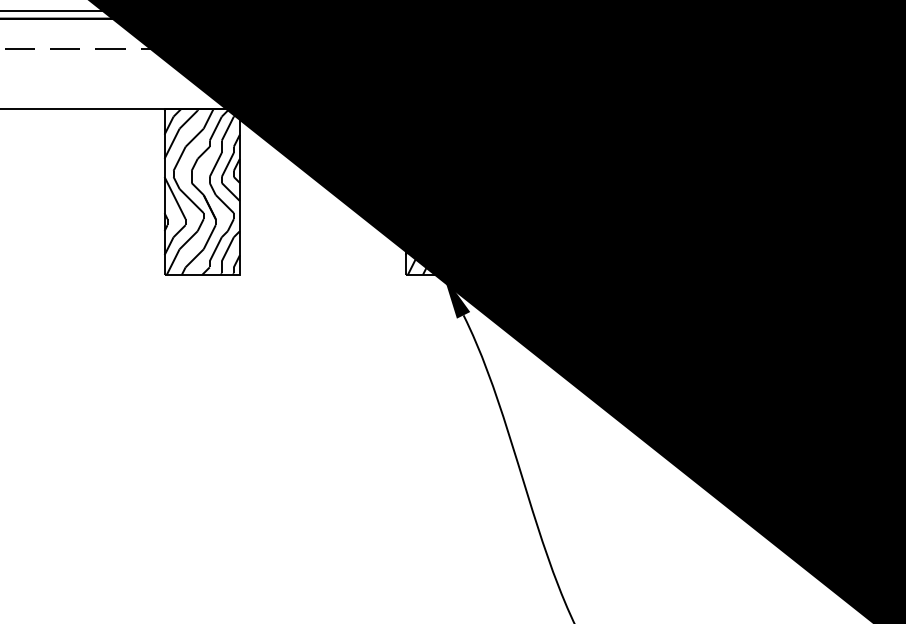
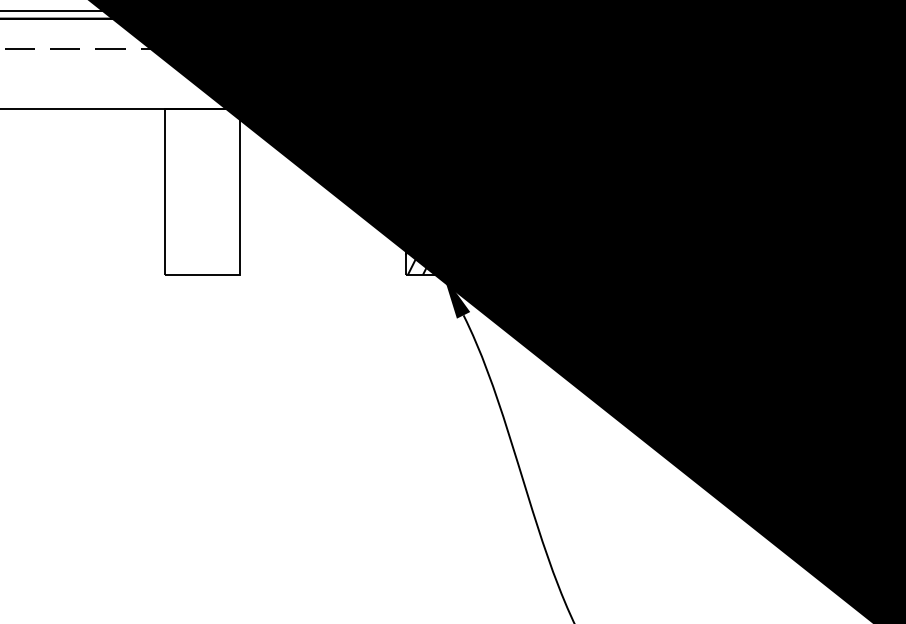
hatch at (201, 191): present -> none
